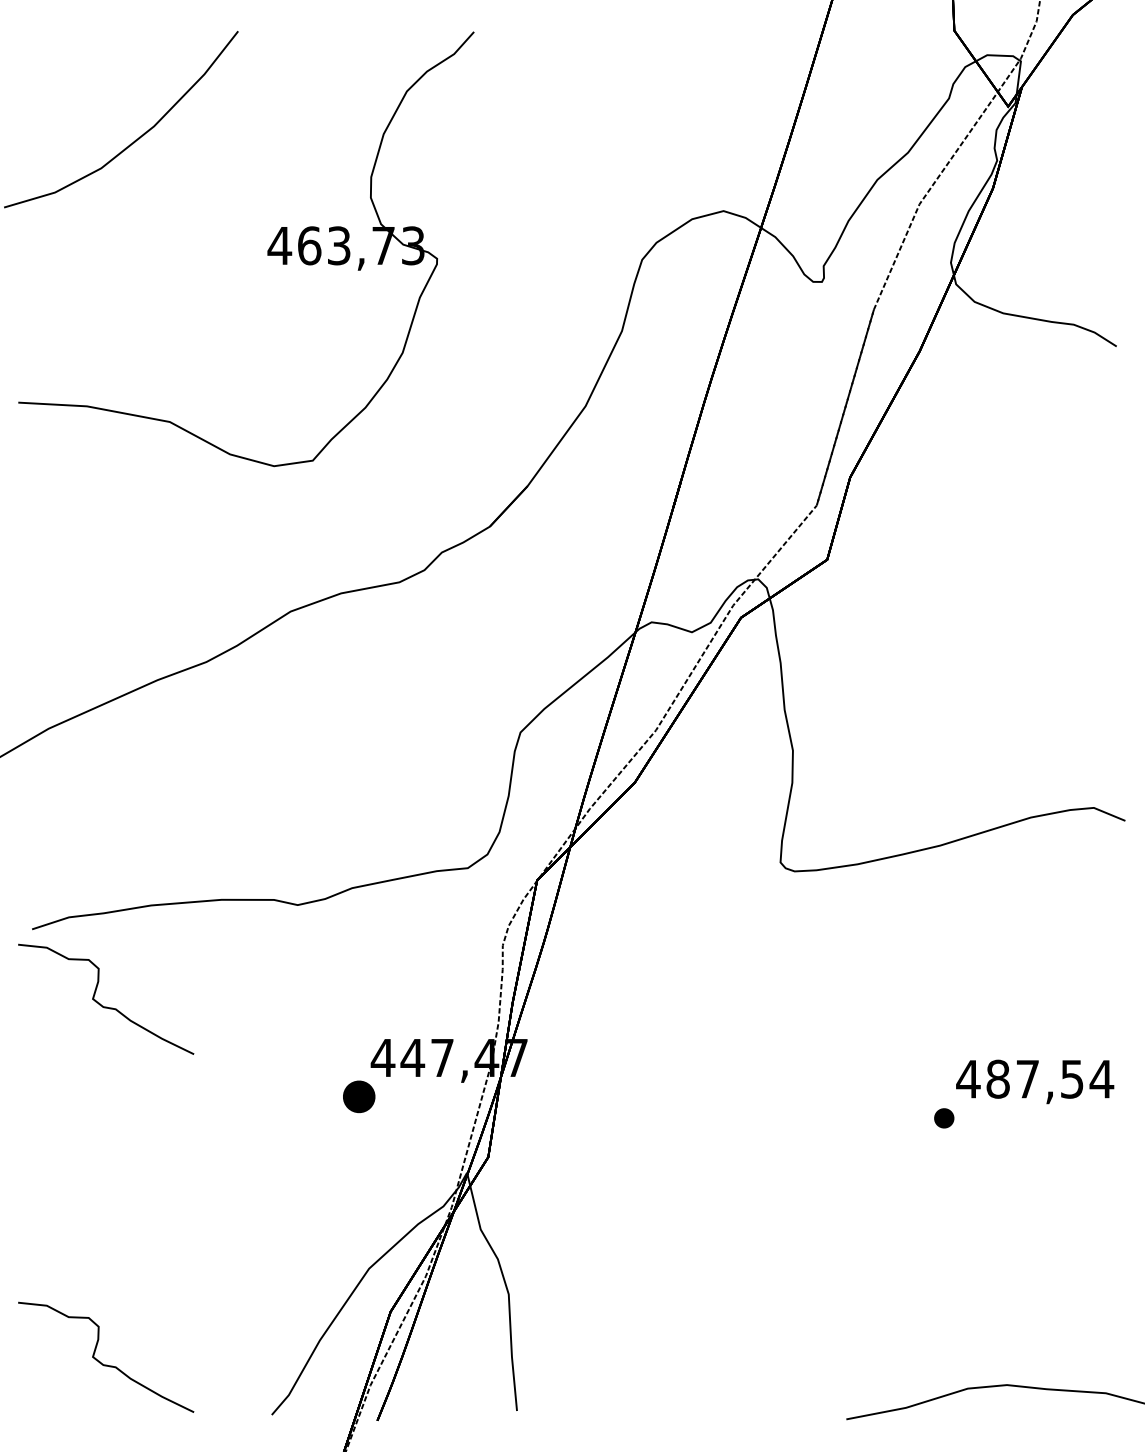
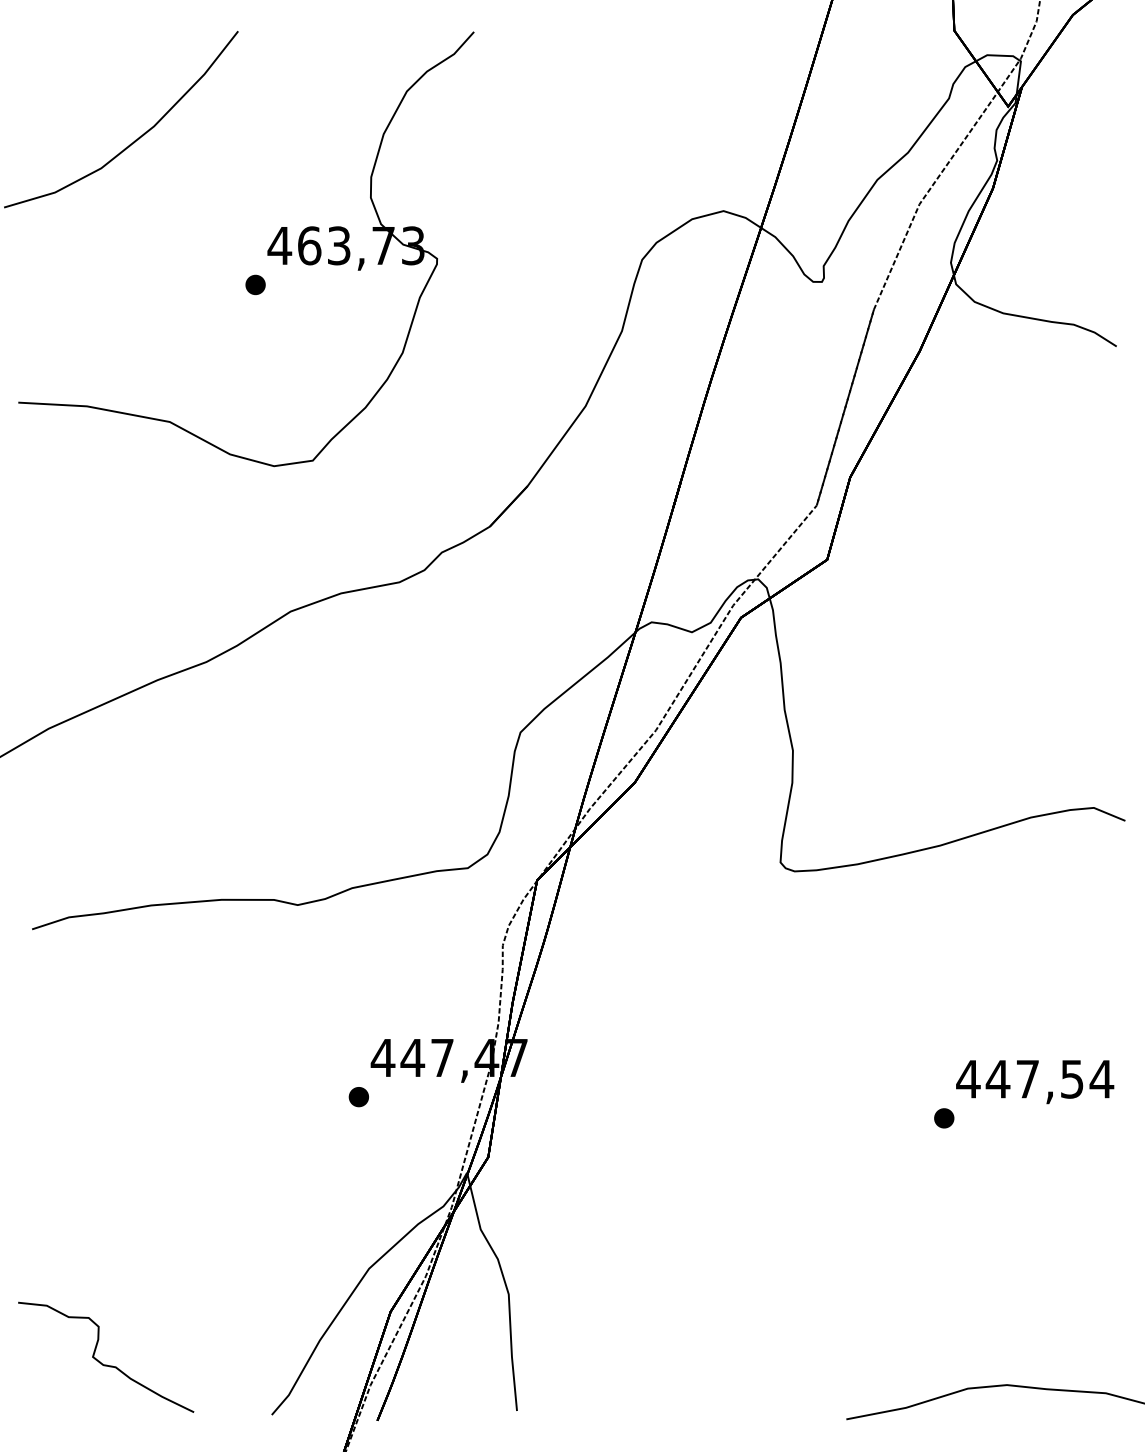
part at (255, 284): none -> present
curve at (103, 1005): present -> none
text at (997, 1078): 487,54 -> 447,54
part at (359, 1096) size: 33x34 px -> 21x21 px
